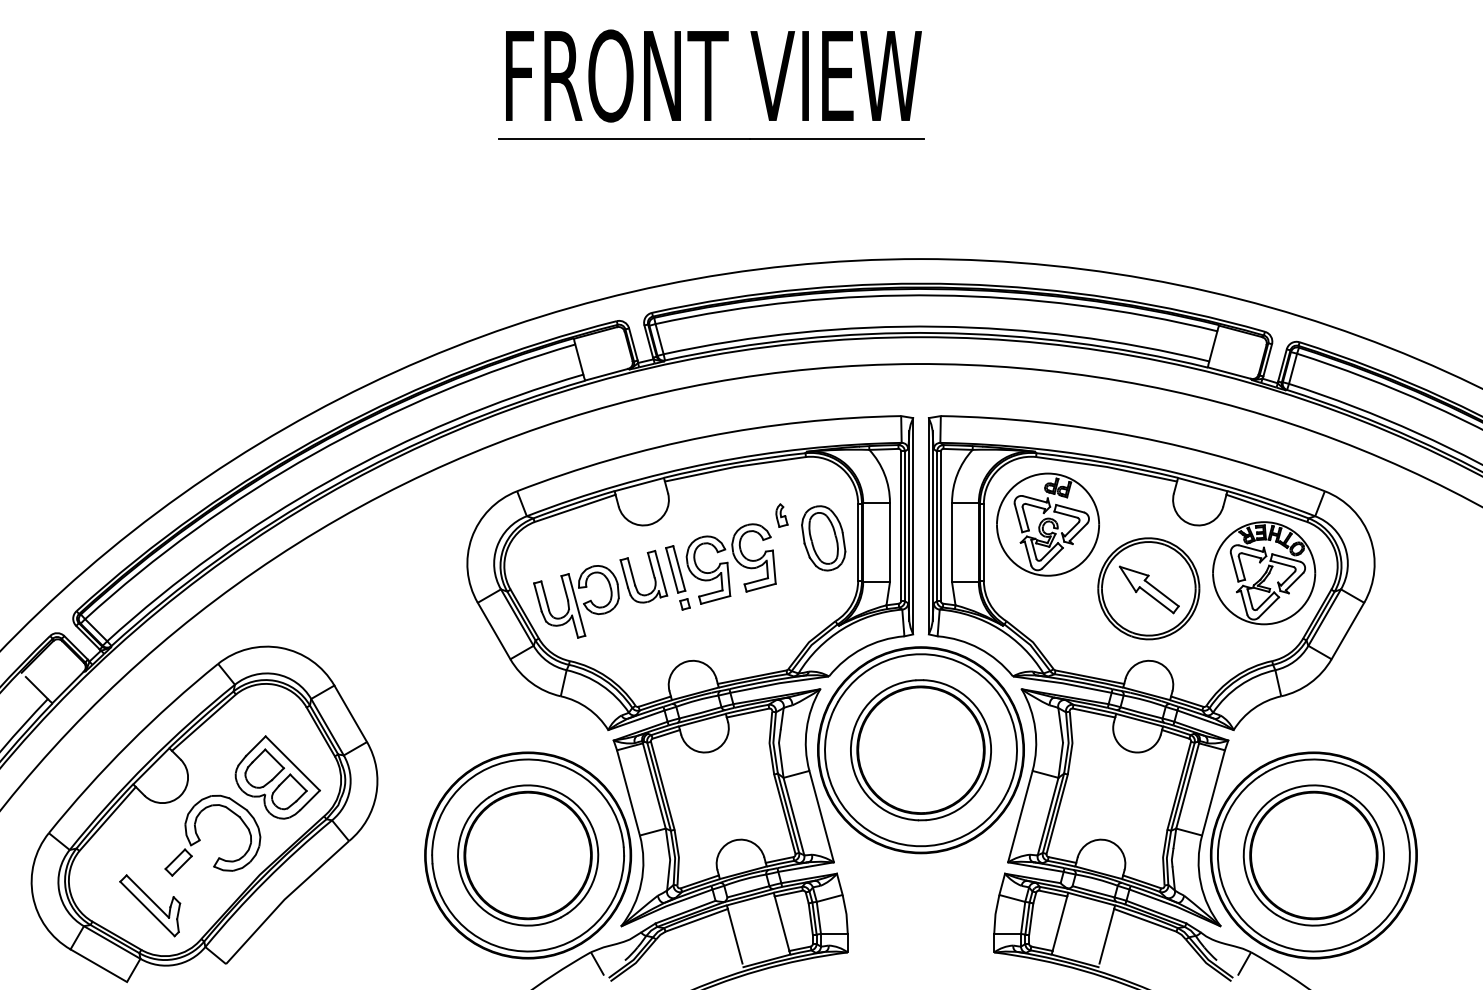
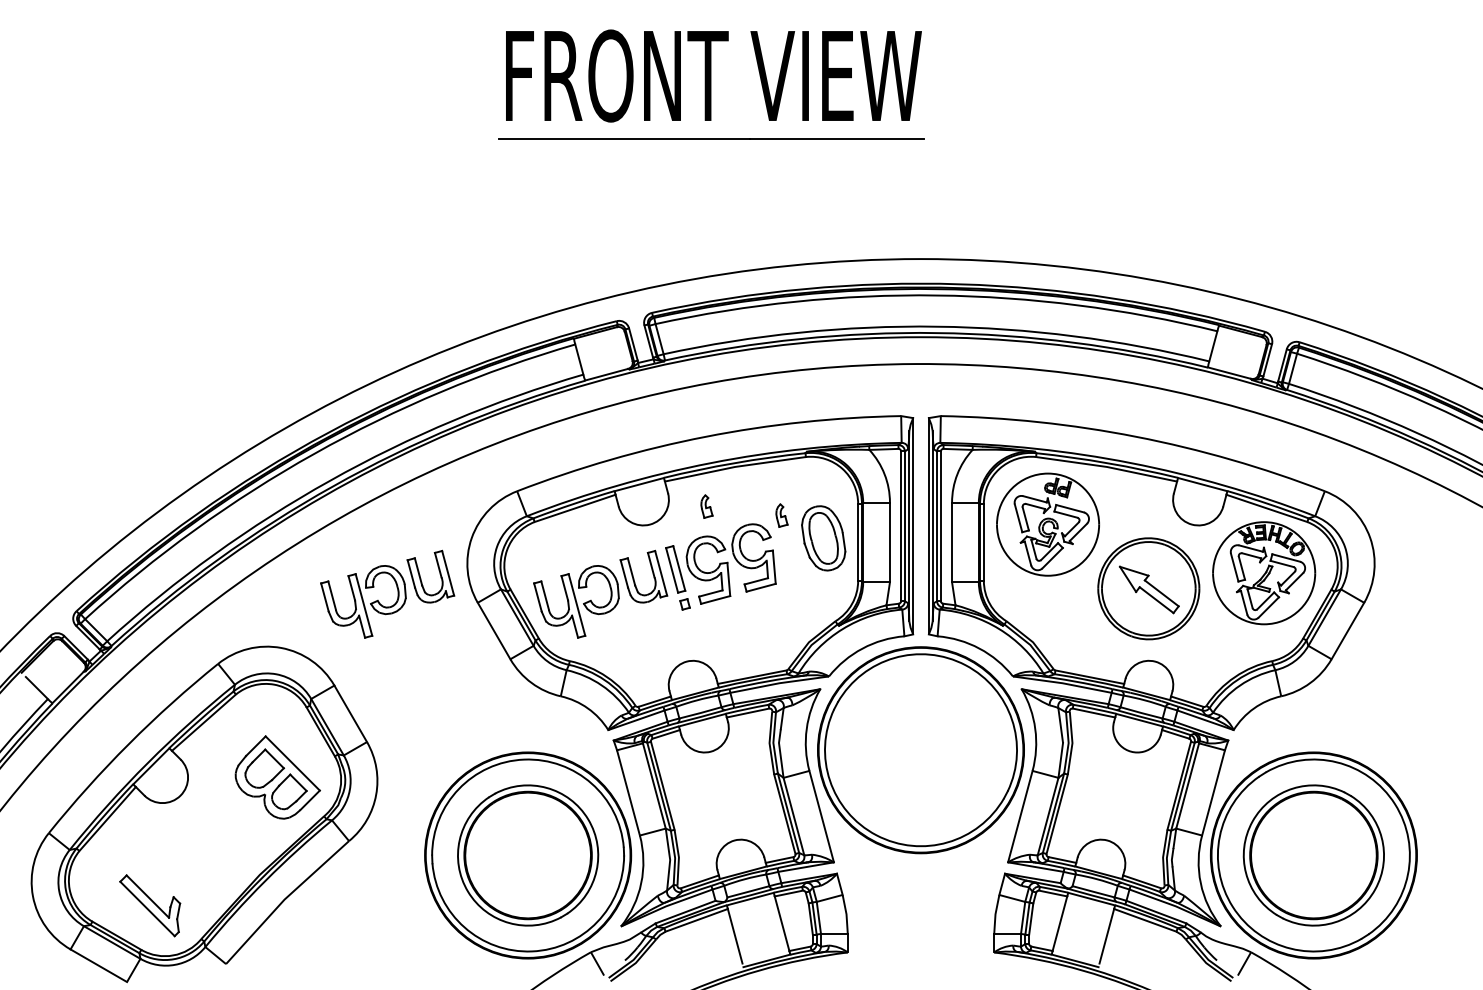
part at (706, 506): none -> present
part at (397, 593): none -> present
part at (920, 750): present -> none
part at (200, 839): present -> none
